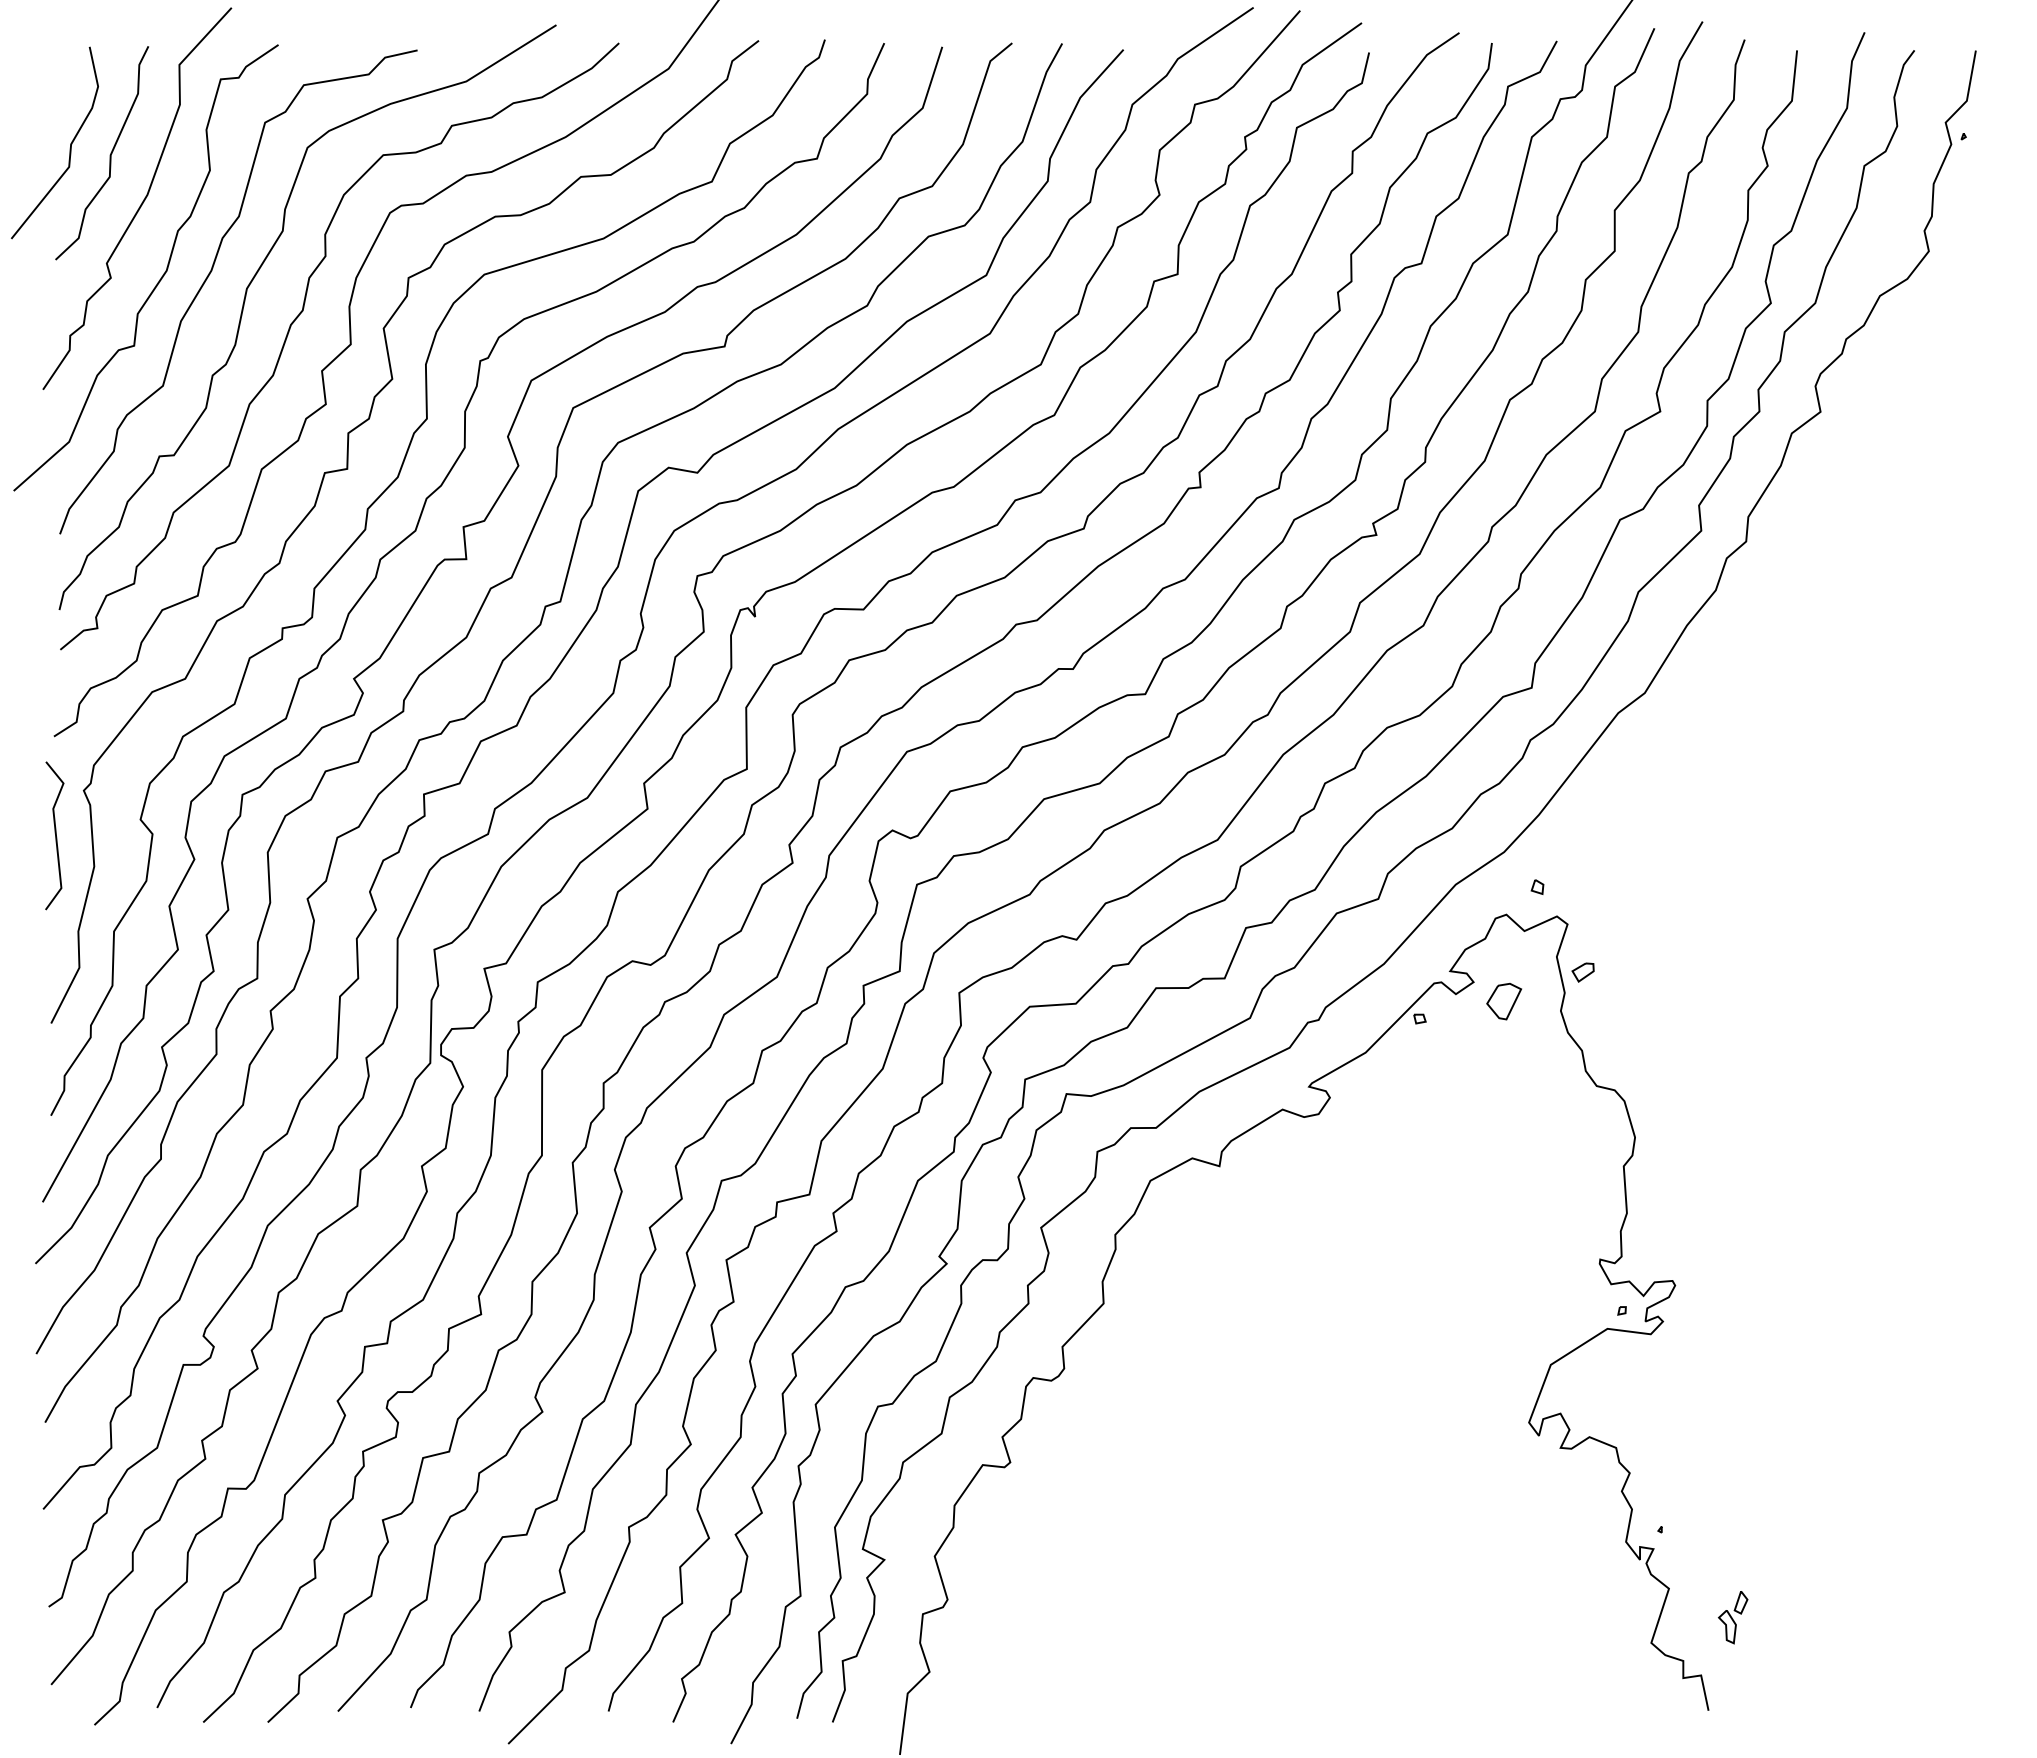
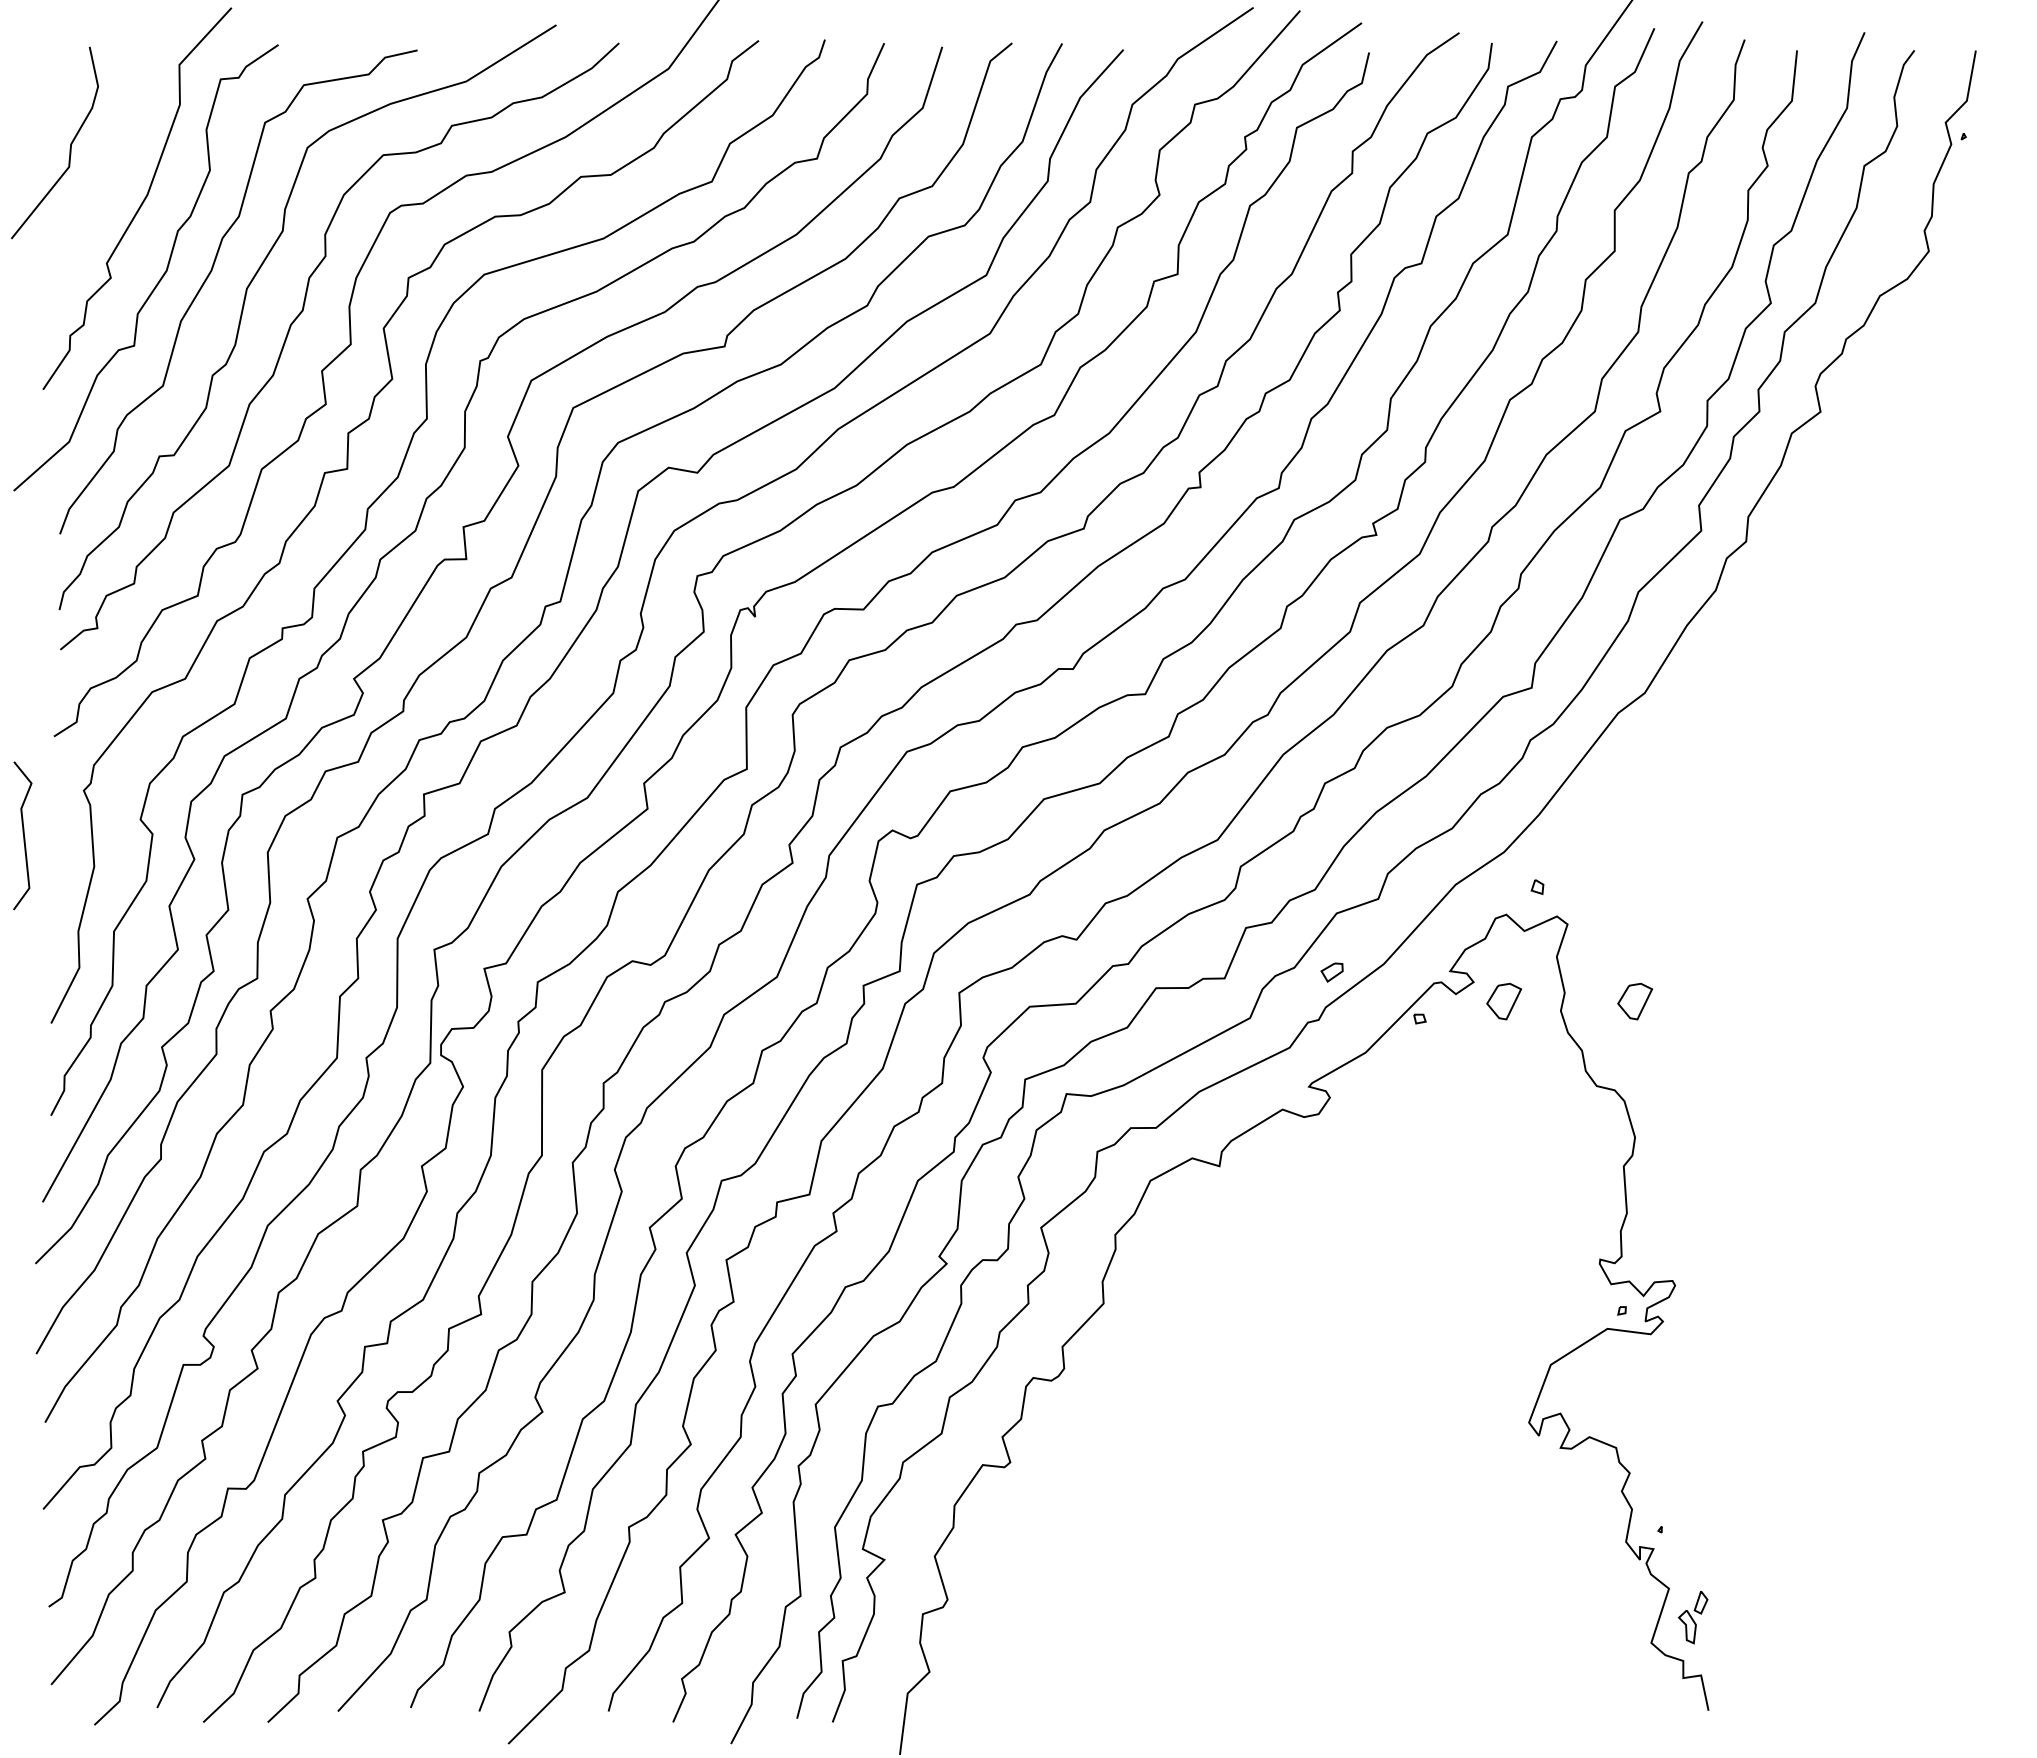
curve at (109, 155): present -> none
line at (55, 835) position: (55, 835) -> (23, 835)
part at (1582, 972) position: (1582, 972) -> (1331, 972)
part at (1634, 1001): none -> present
part at (1732, 1617) position: (1732, 1617) -> (1692, 1617)
